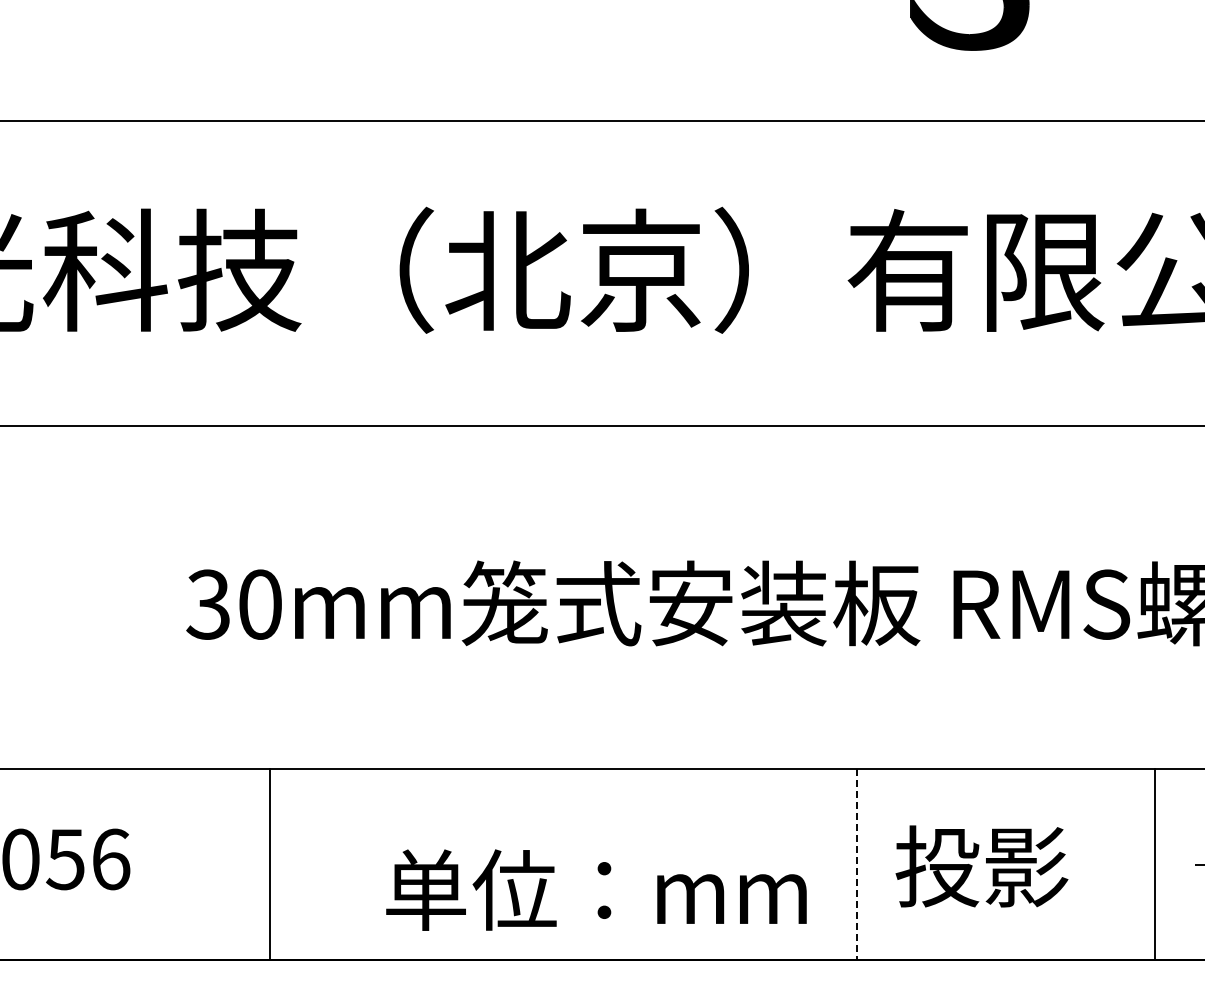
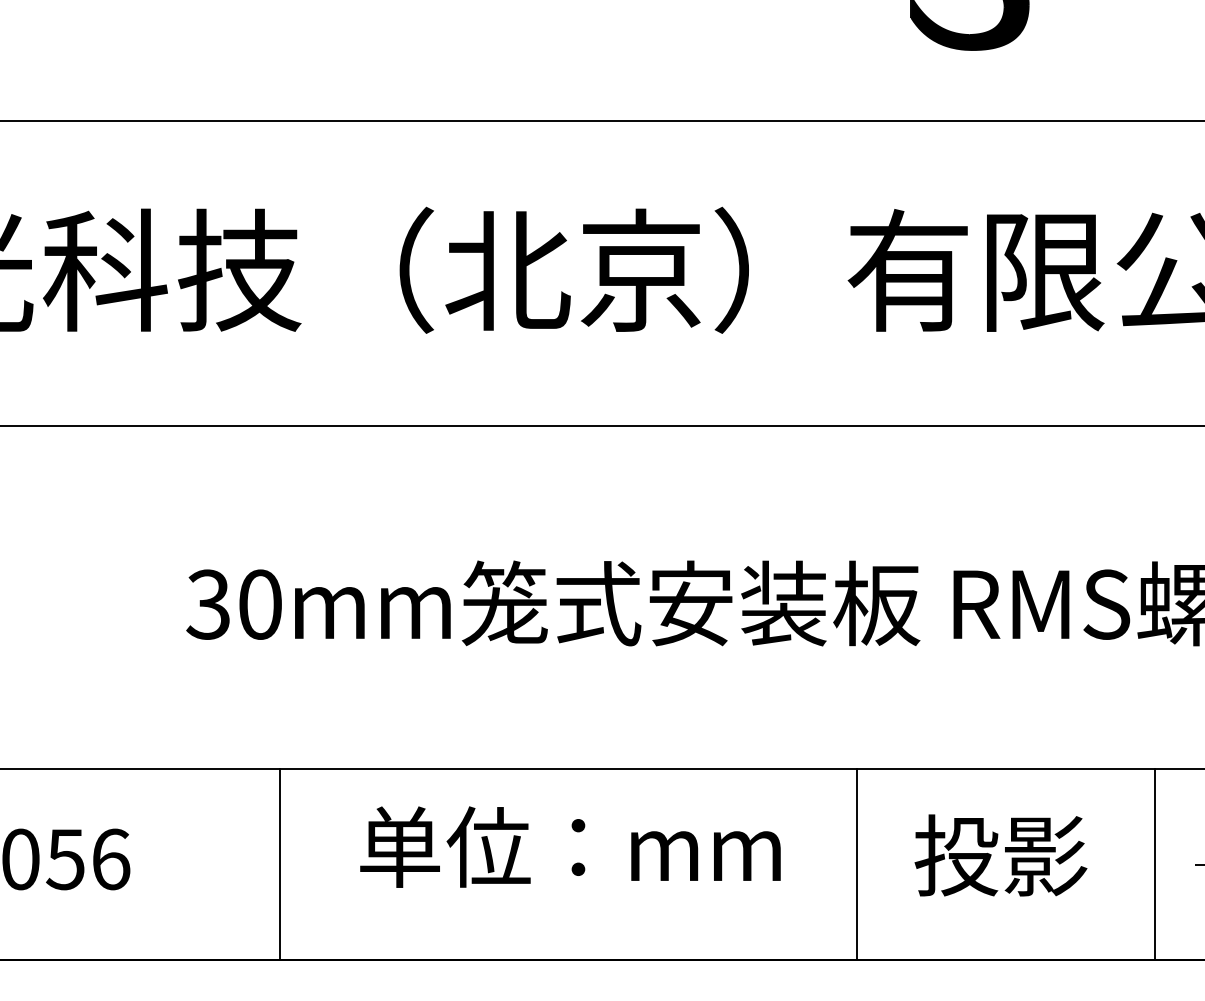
line at (270, 864) position: (270, 864) -> (280, 864)
line at (856, 864): dashed -> solid
text at (981, 866) position: (981, 866) -> (1000, 855)
text at (596, 889) position: (596, 889) -> (570, 846)
